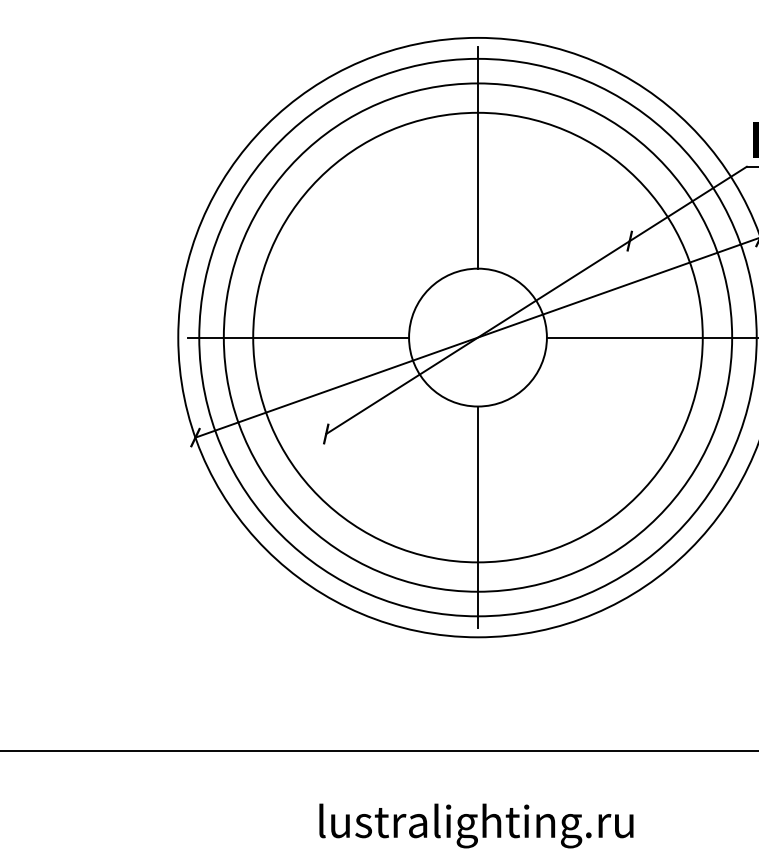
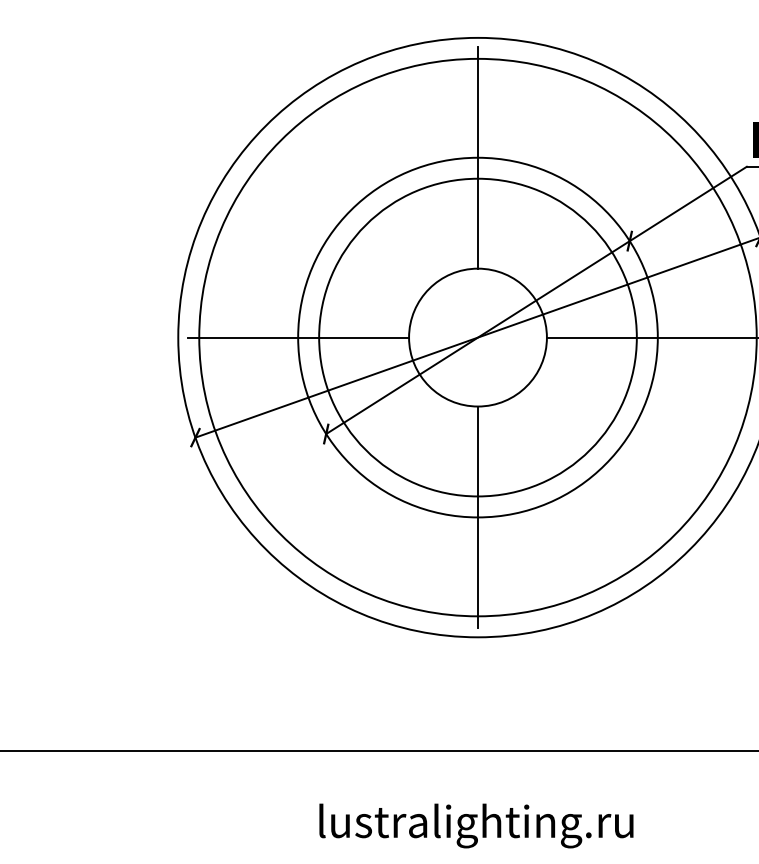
circle at (477, 337) diameter: 450 px -> 360 px
circle at (477, 337) diameter: 508 px -> 318 px
